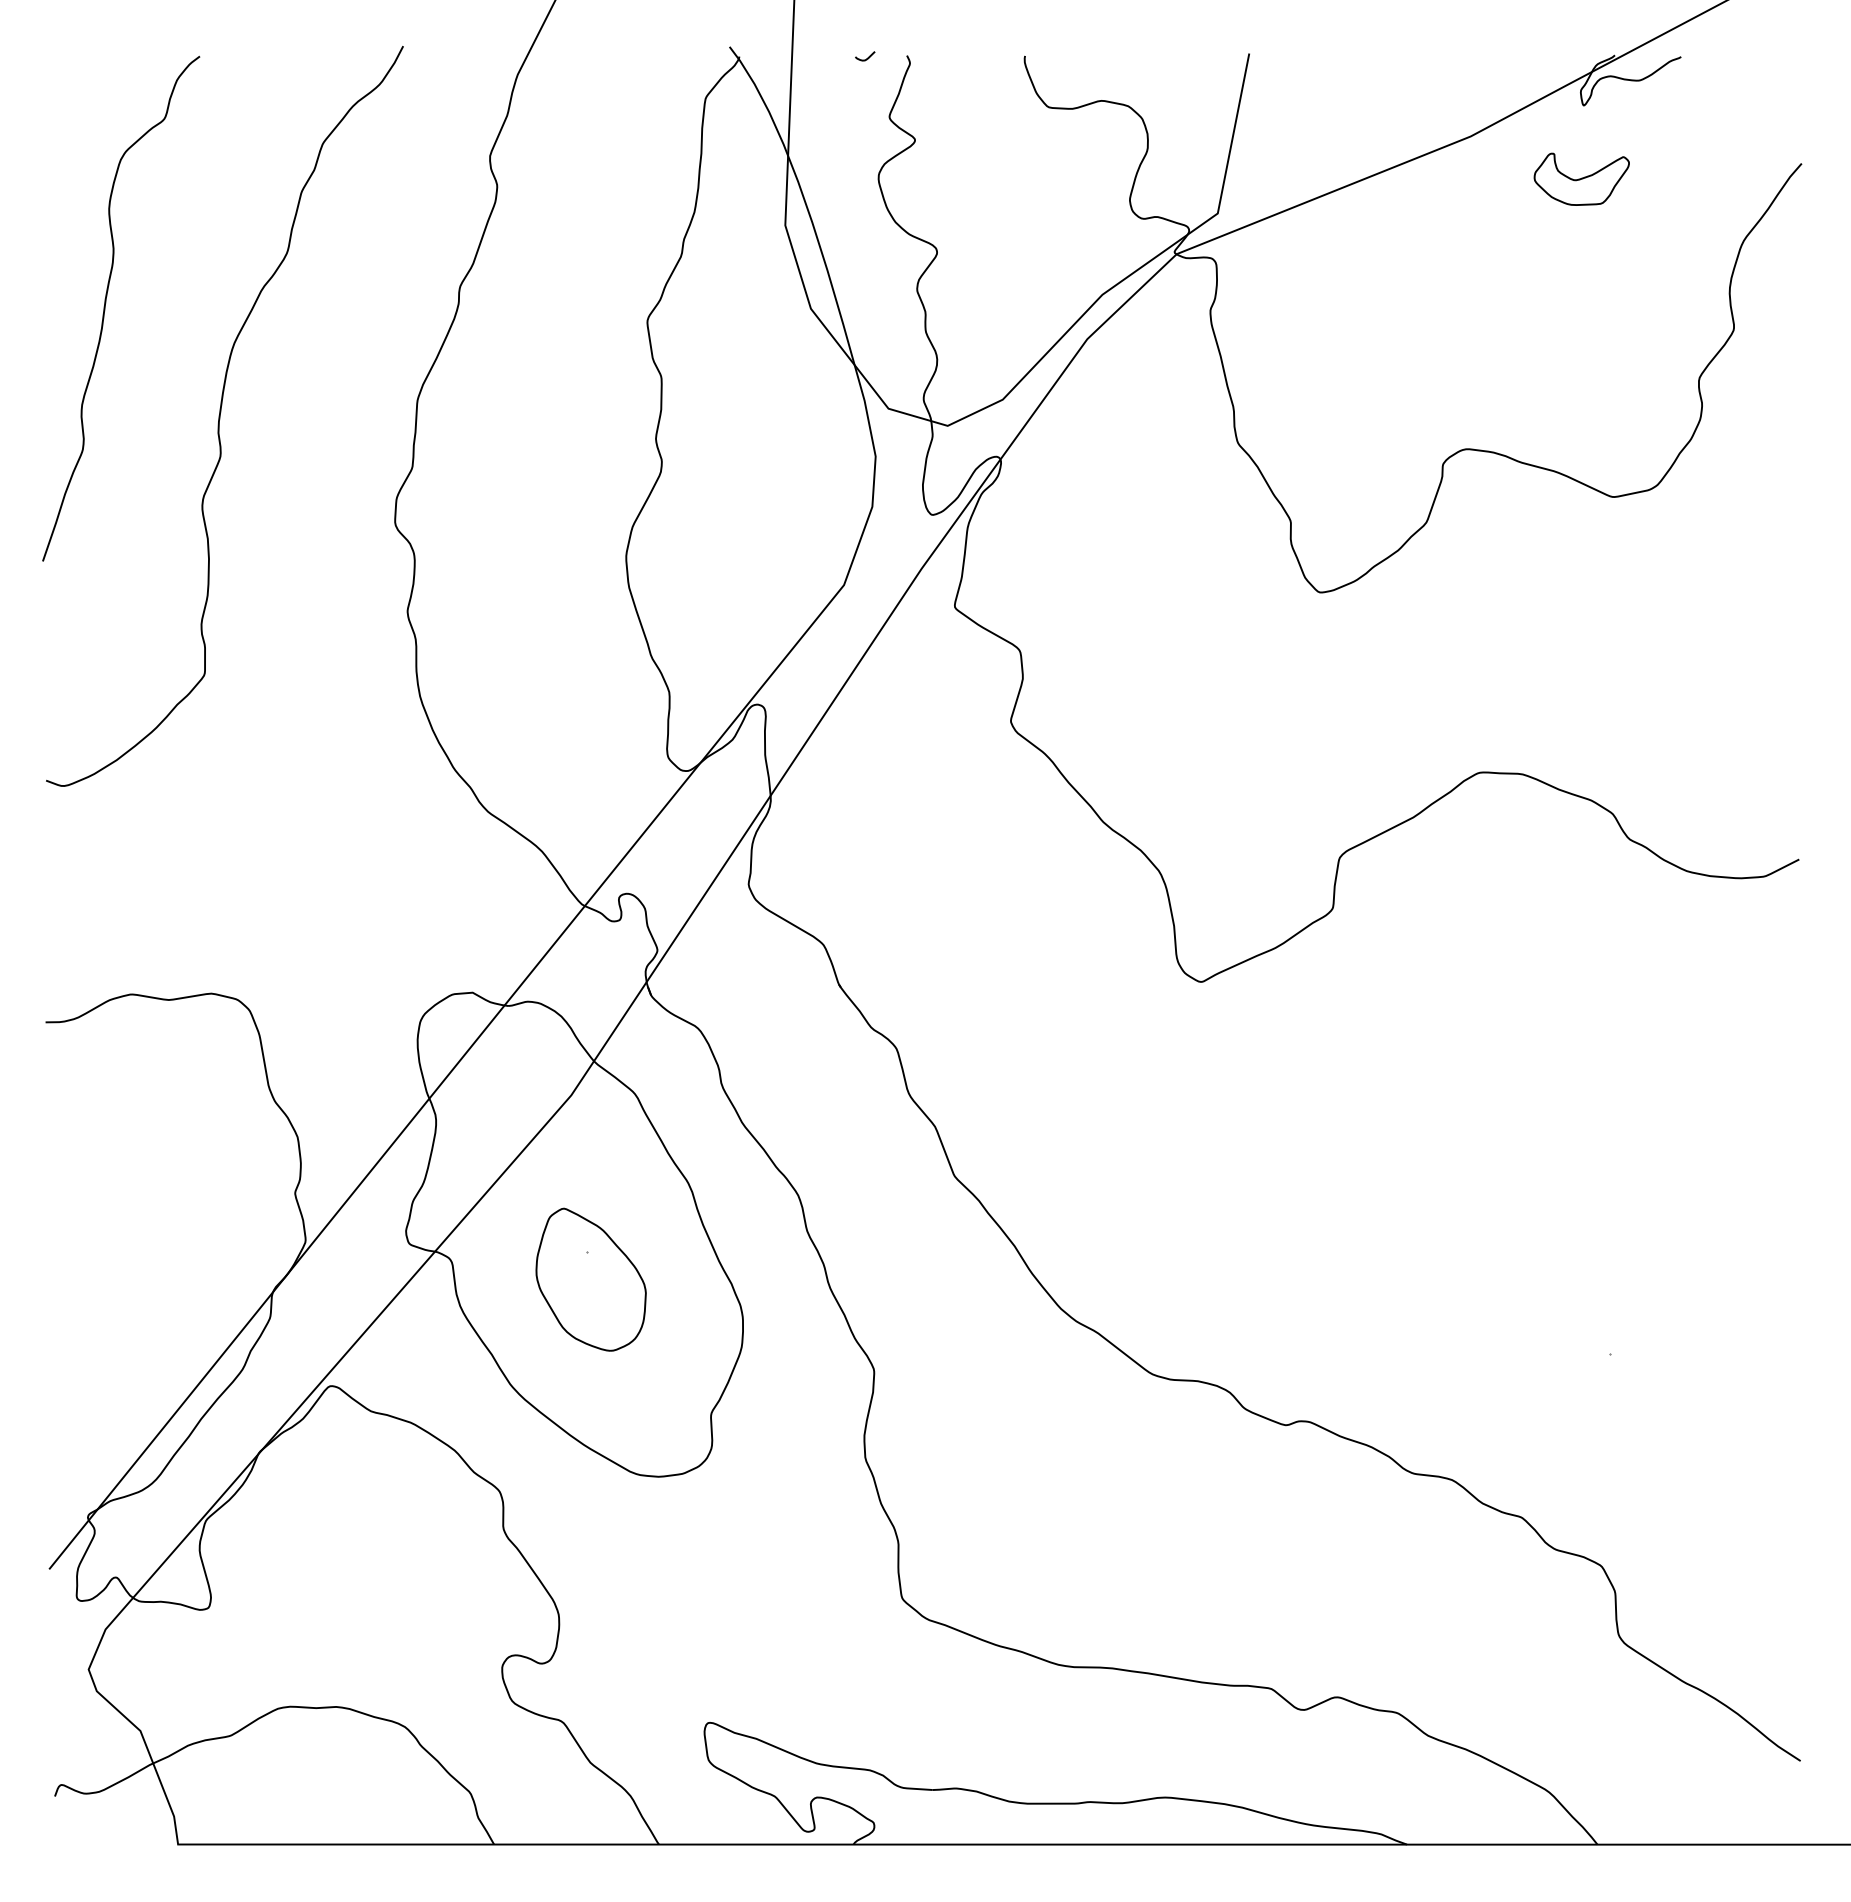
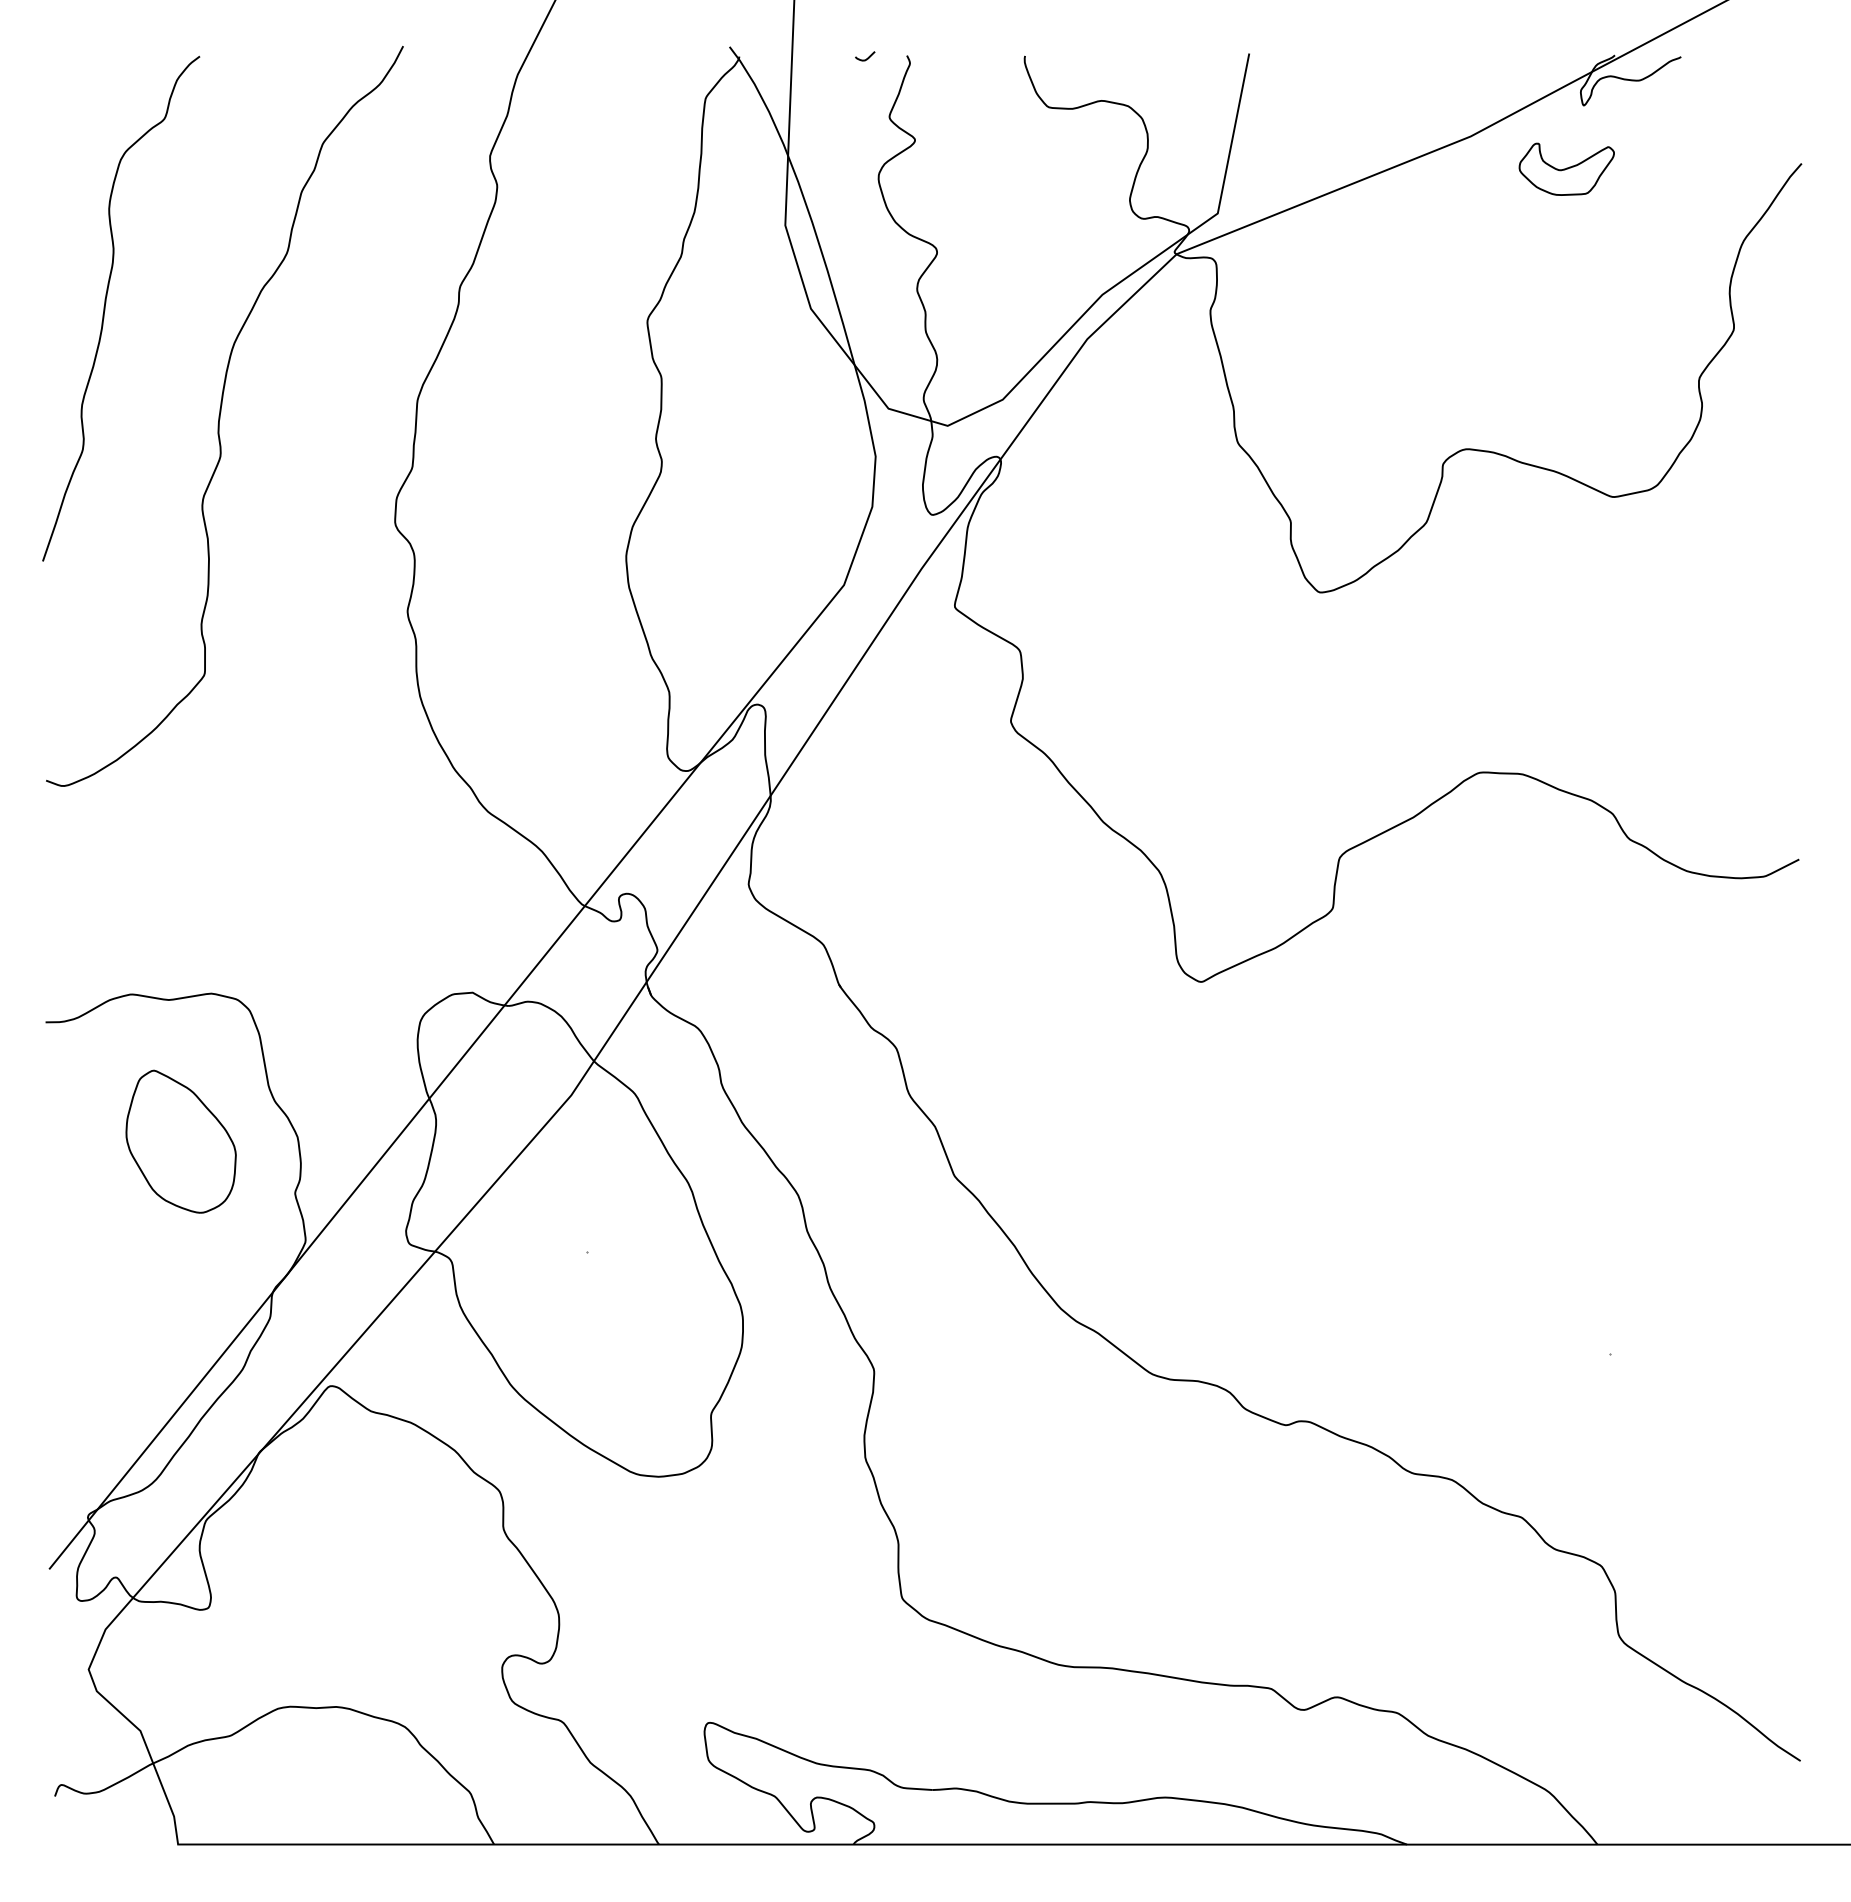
part at (1581, 178) position: (1581, 178) -> (1566, 168)
part at (590, 1279) position: (590, 1279) -> (180, 1141)
